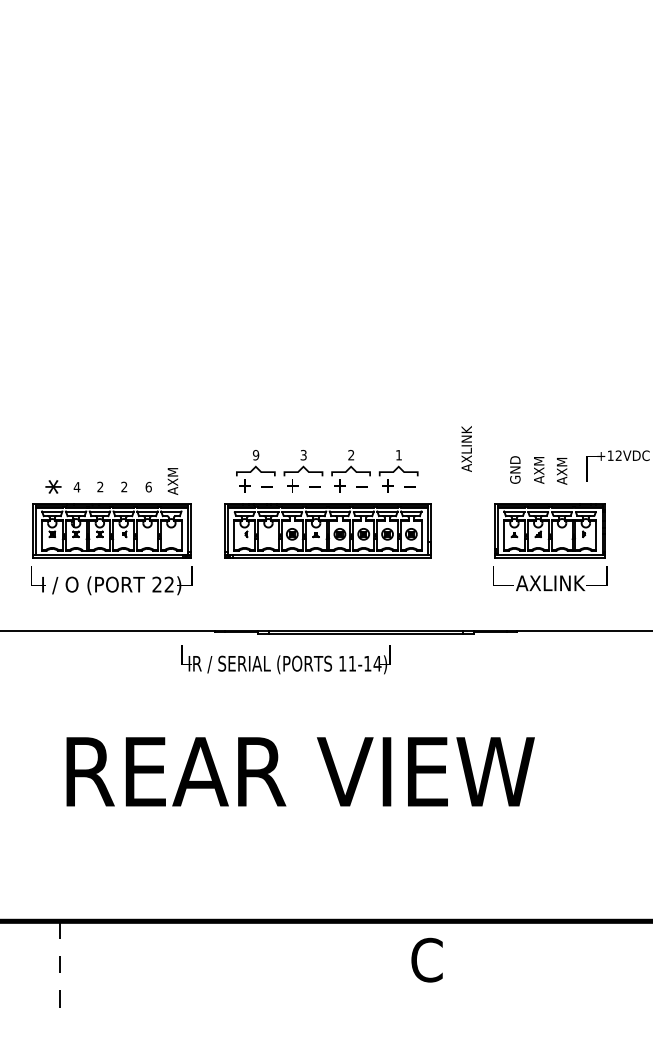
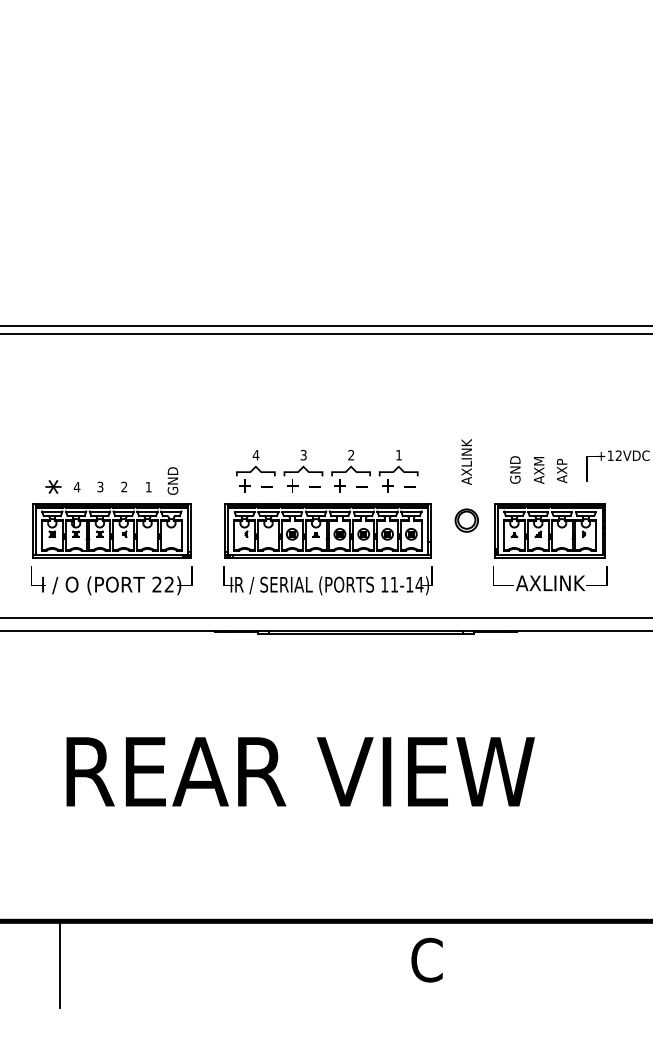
line at (325, 325): none -> present
line at (325, 334): none -> present
text at (466, 448) position: (466, 448) -> (466, 461)
text at (255, 455): 9 -> 4
text at (562, 470): AXM -> AXP
text at (172, 480): AXM -> GND
text at (148, 486): 6 -> 1
text at (100, 487): 2 -> 3
part at (466, 520): none -> present
line at (325, 618): none -> present
text at (285, 659) position: (285, 659) -> (327, 580)
line at (59, 964): dashed -> solid
